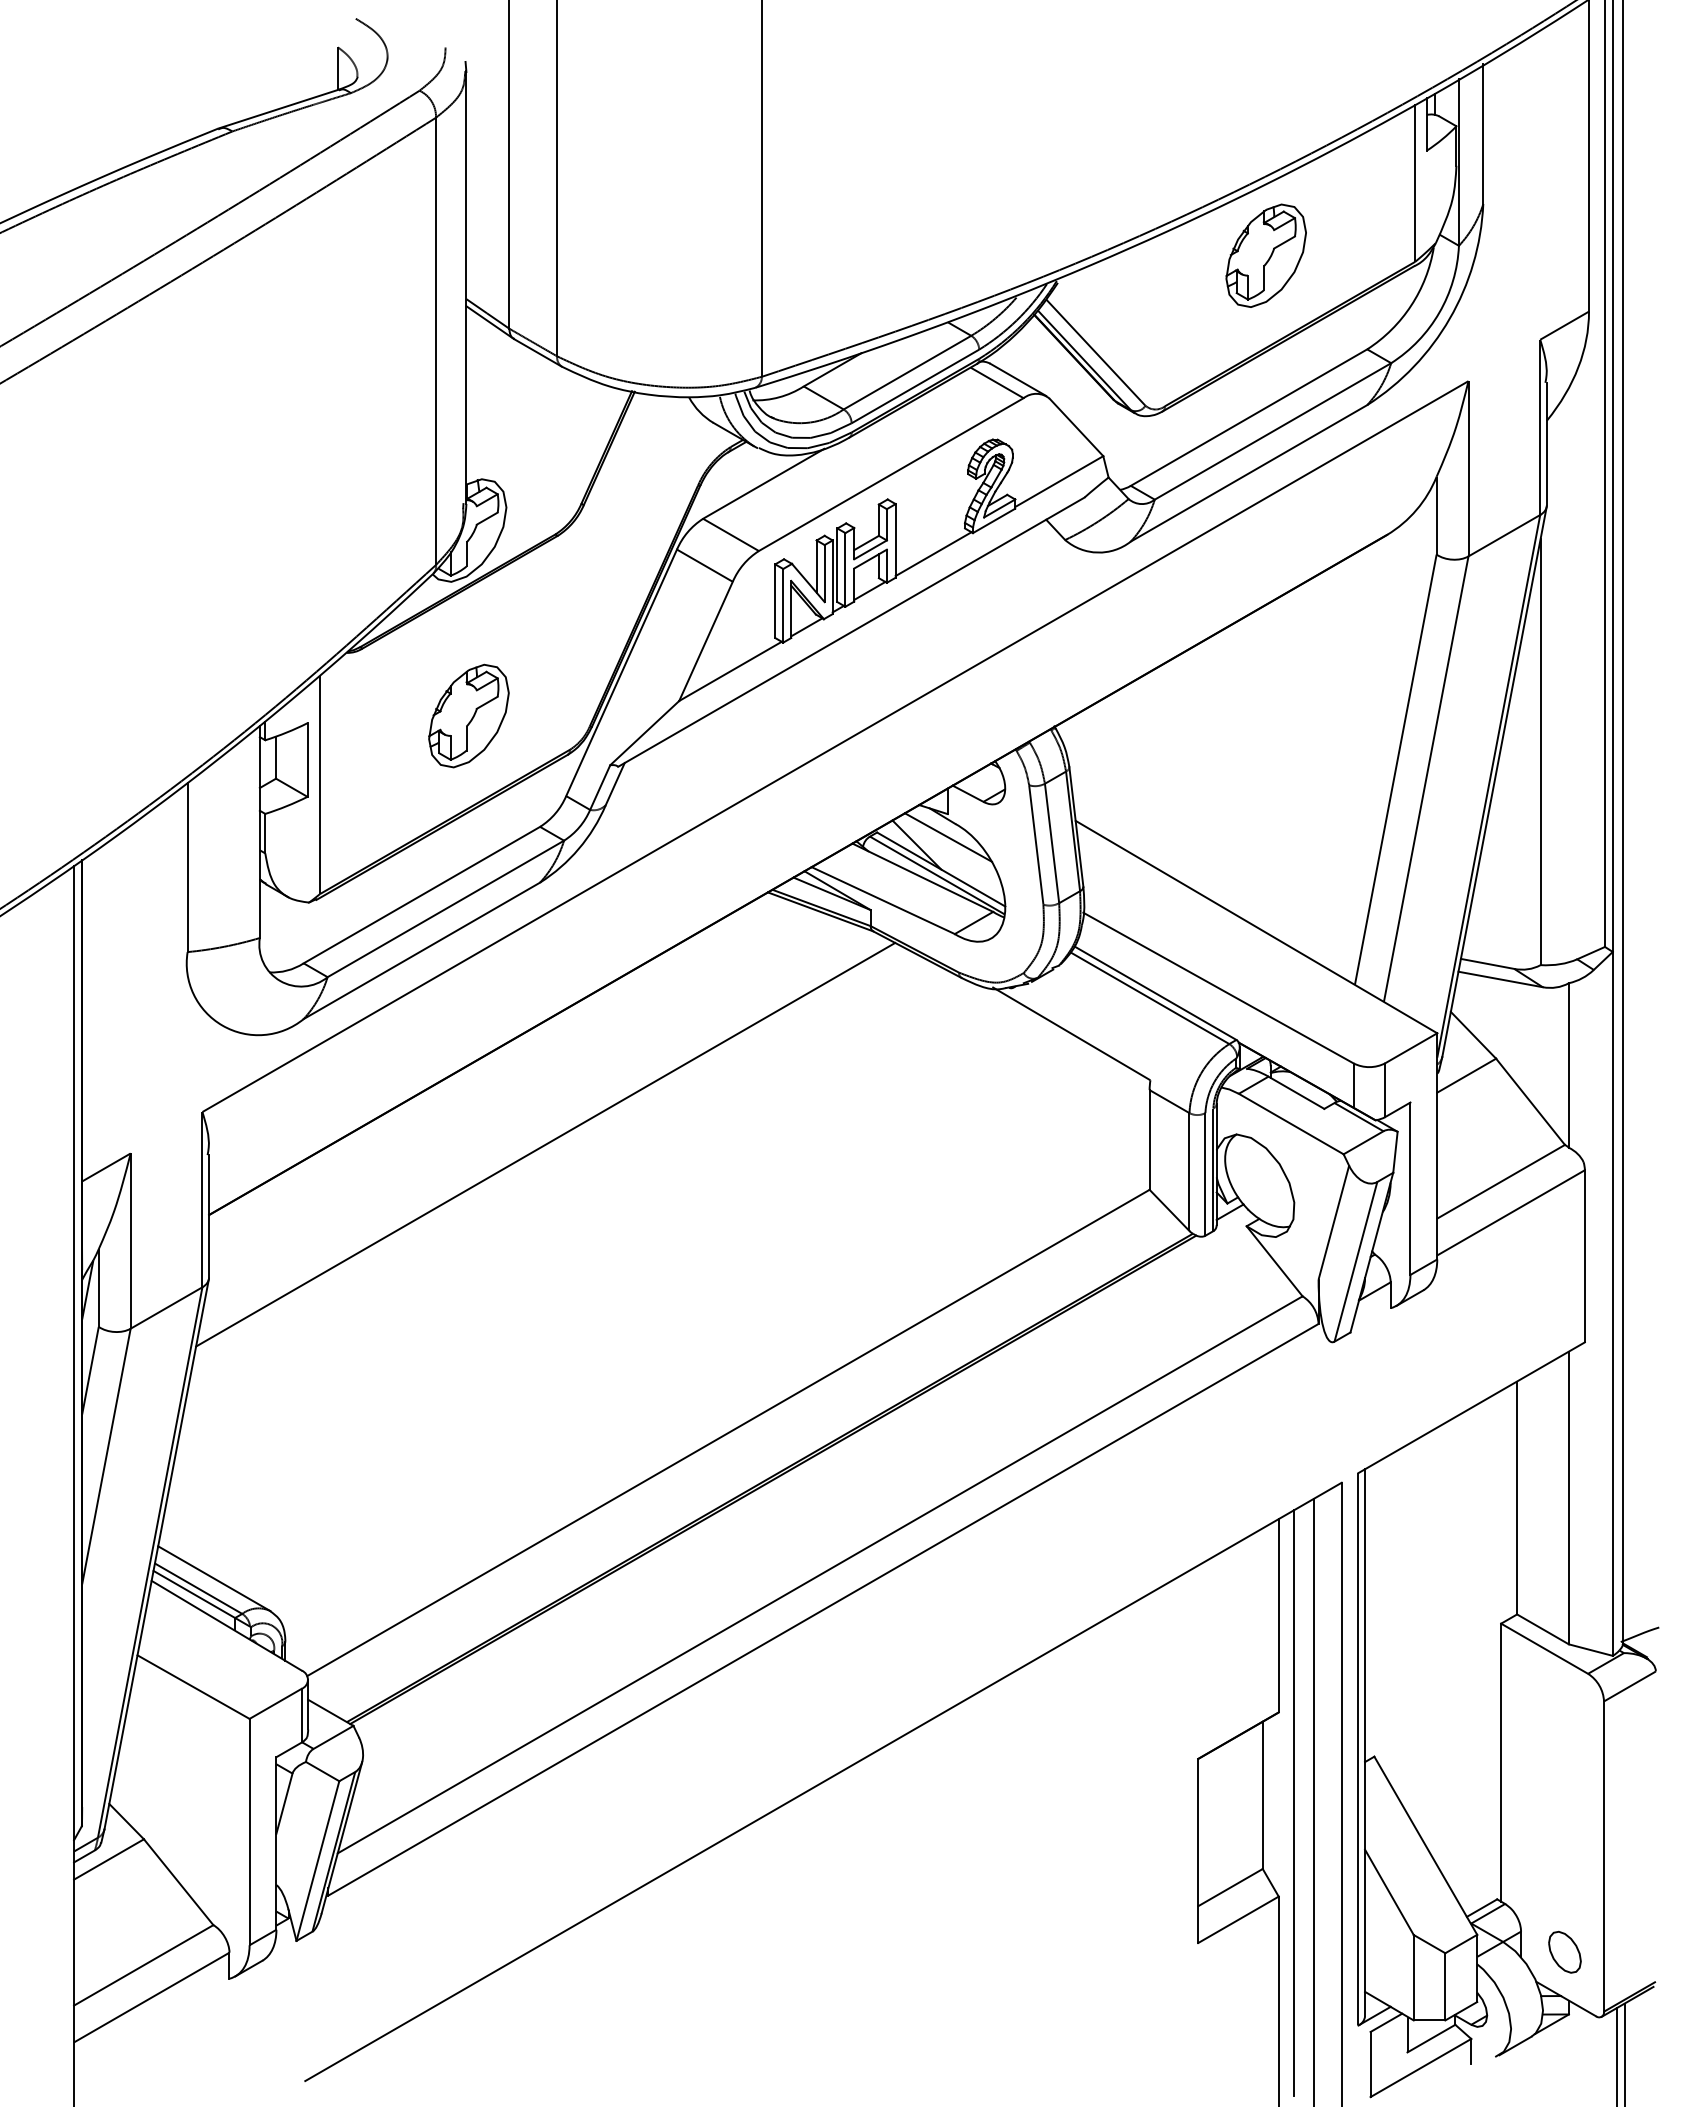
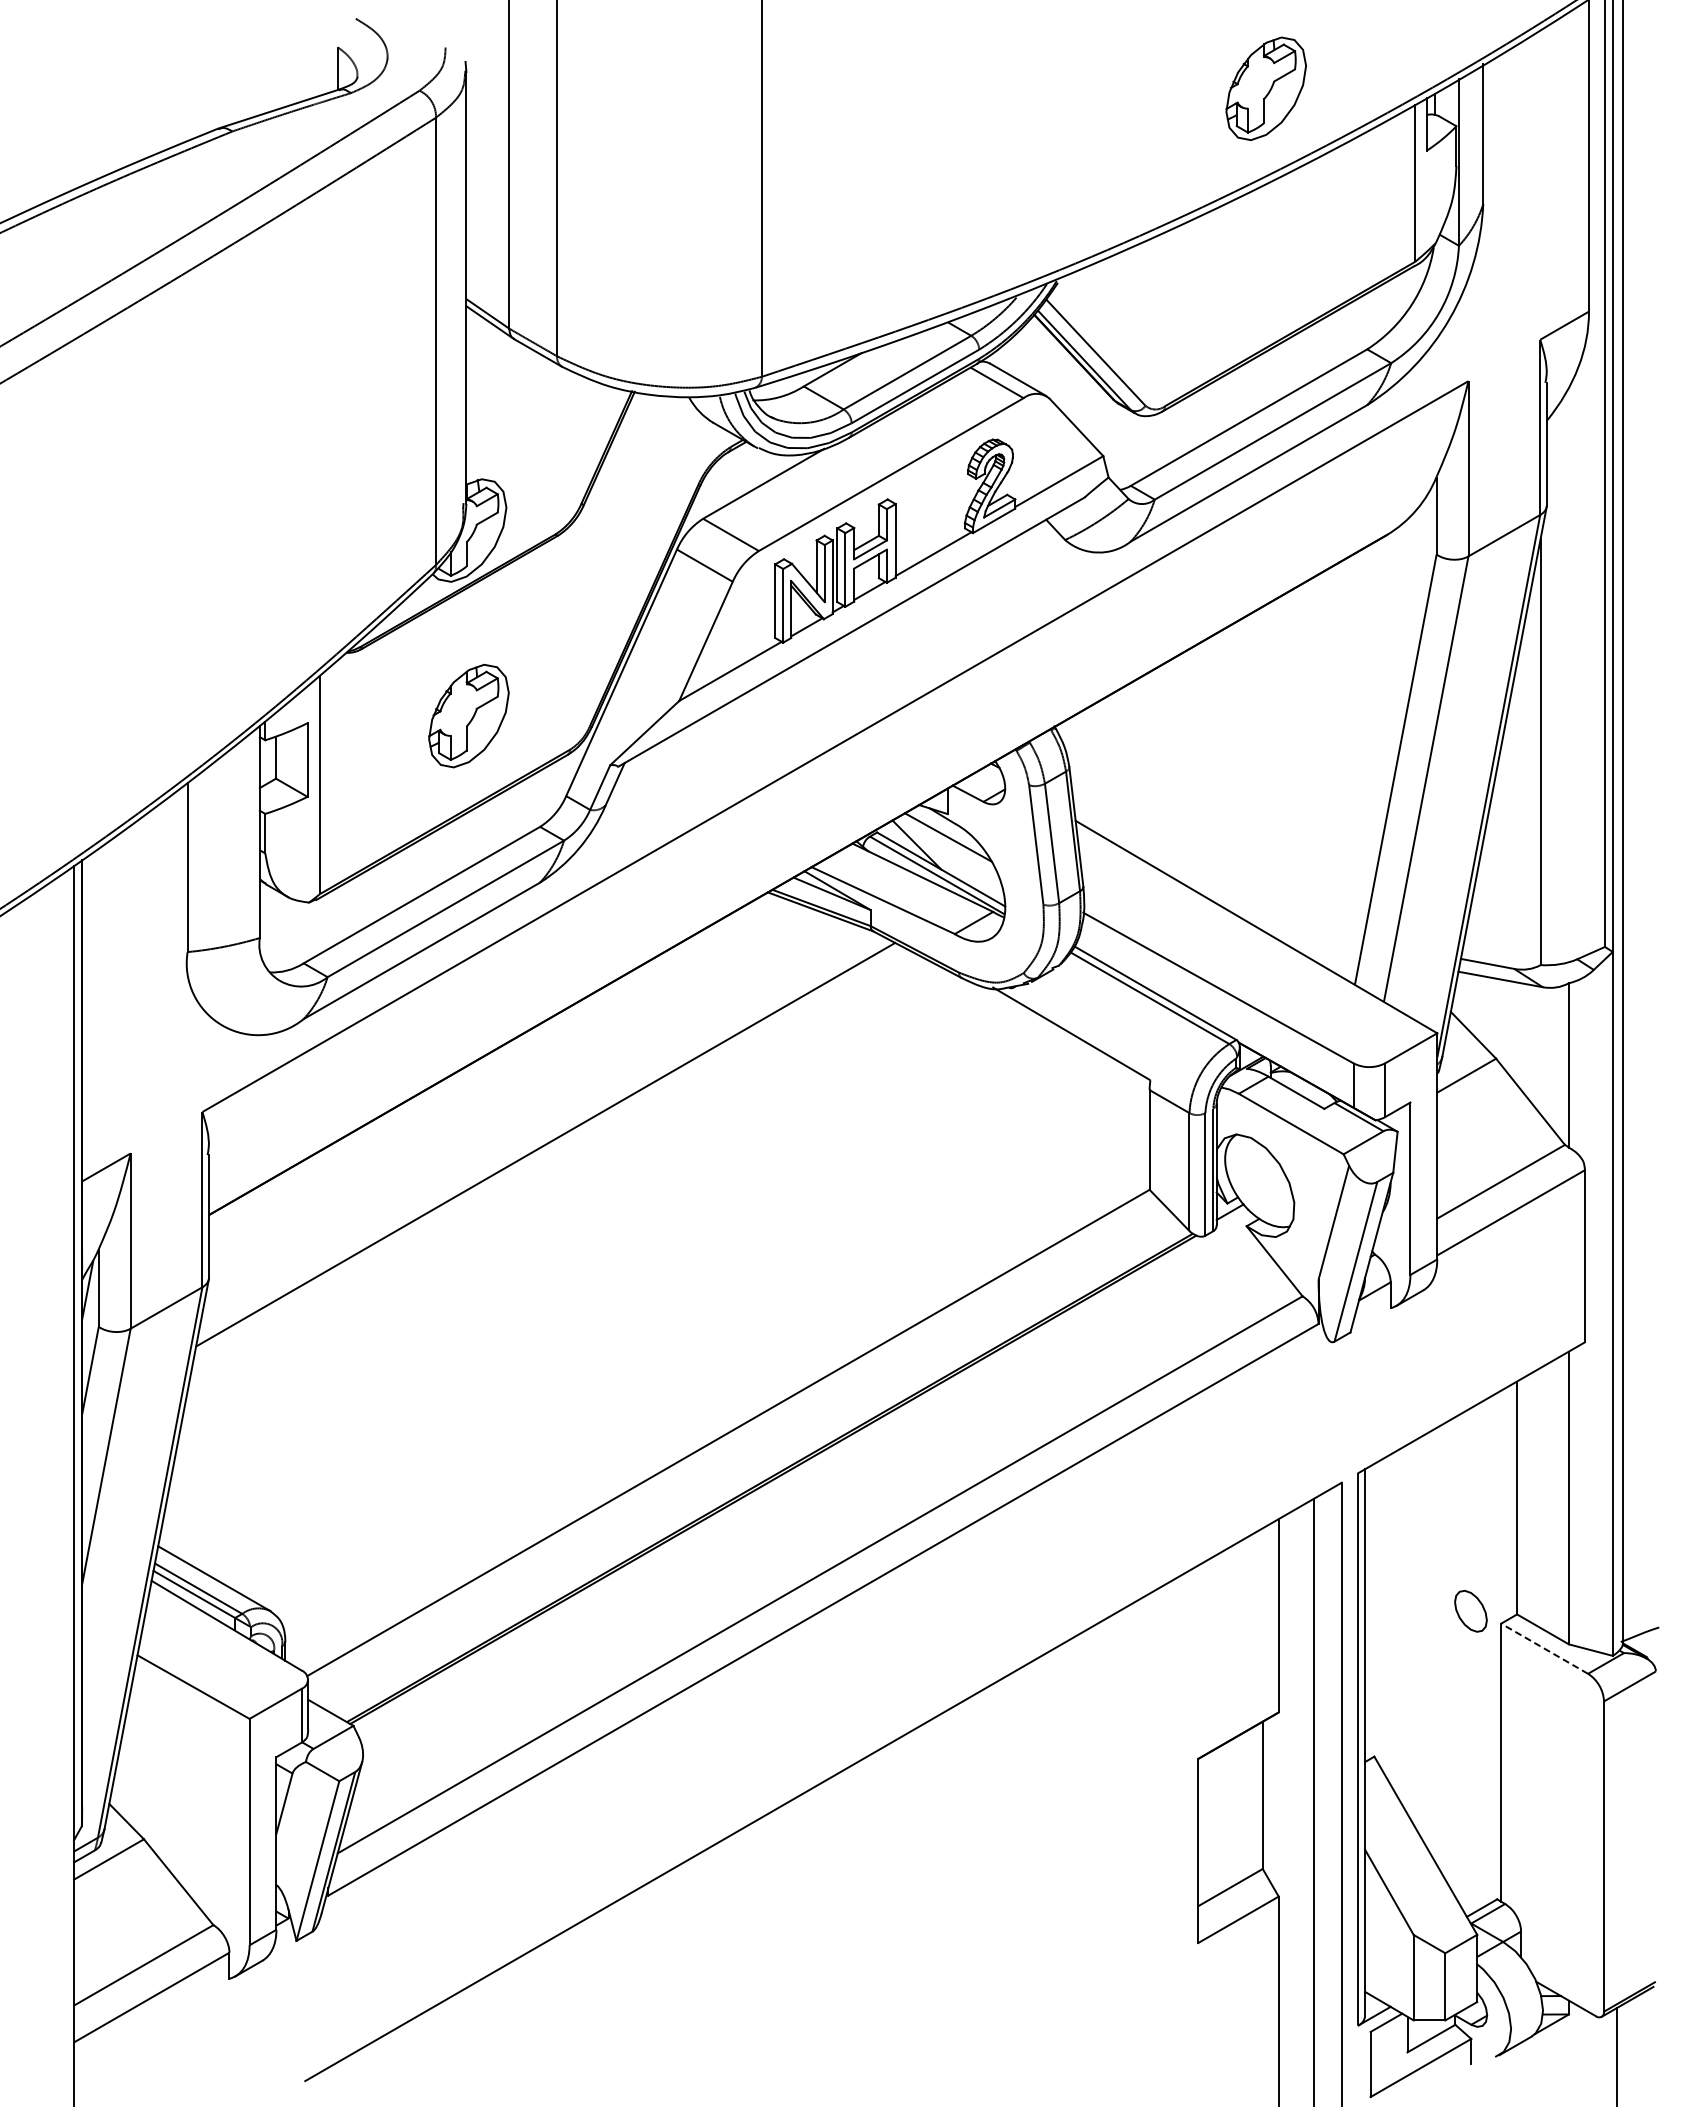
part at (1265, 255) position: (1265, 255) -> (1265, 88)
line at (1544, 1648): solid -> dashed
line at (1293, 1802): present -> none
part at (1564, 1951) position: (1564, 1951) -> (1470, 1610)
line at (1624, 2053): present -> none
